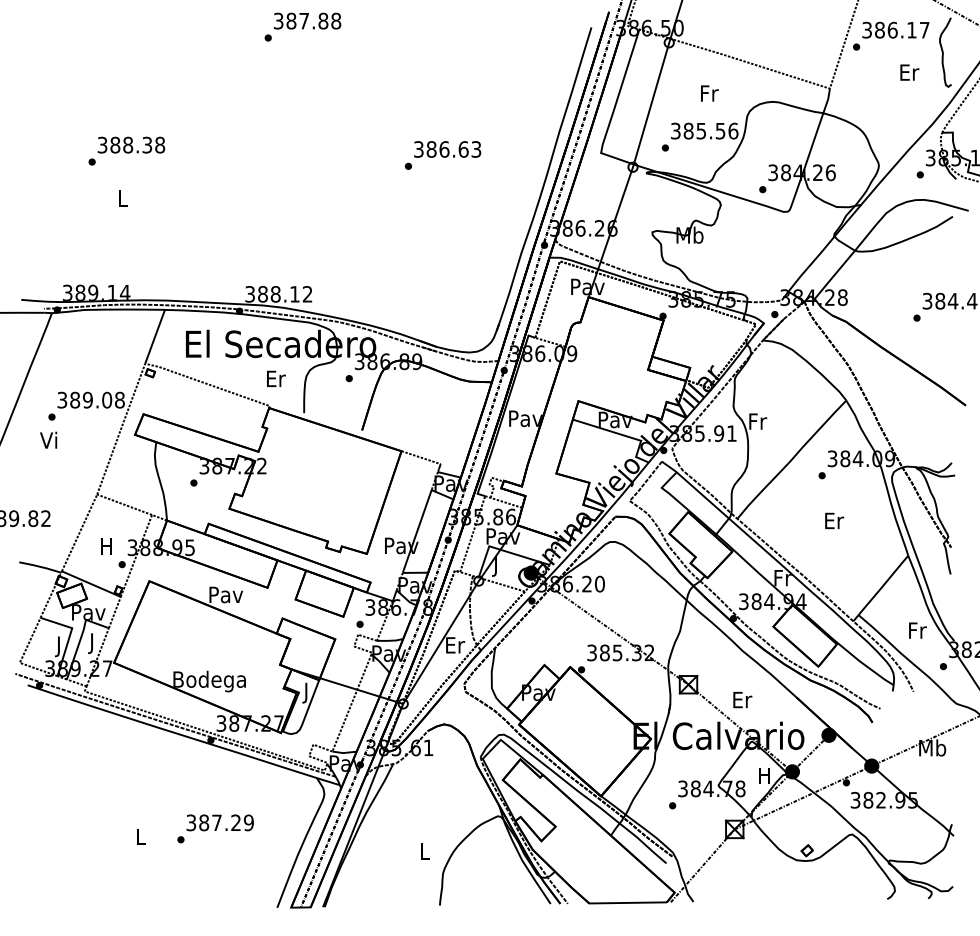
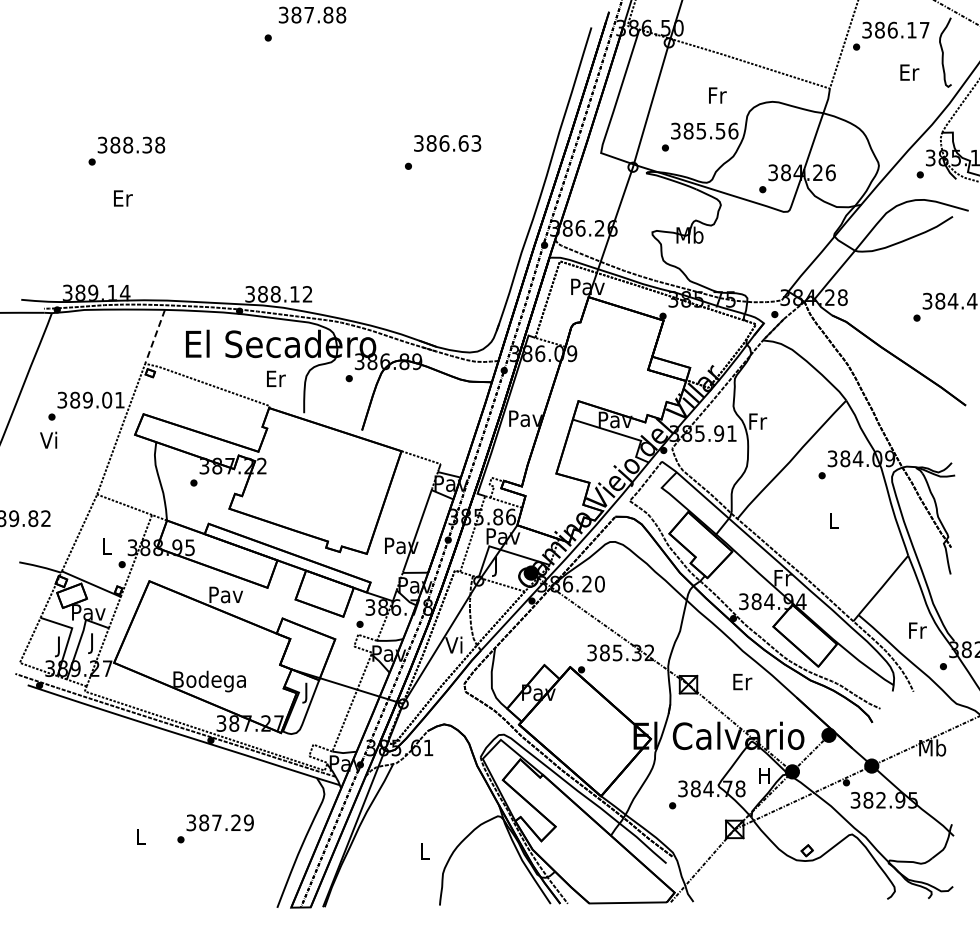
text at (307, 20) position: (307, 20) -> (312, 14)
text at (709, 93) position: (709, 93) -> (717, 95)
text at (447, 149) position: (447, 149) -> (447, 143)
text at (123, 198): L -> Er
line at (155, 336): solid -> dashed
text at (119, 399): 389.08 -> 389.01
text at (834, 520): Er -> L
text at (106, 546): H -> L
text at (455, 644): Er -> Vi
text at (742, 700) position: (742, 700) -> (742, 682)
